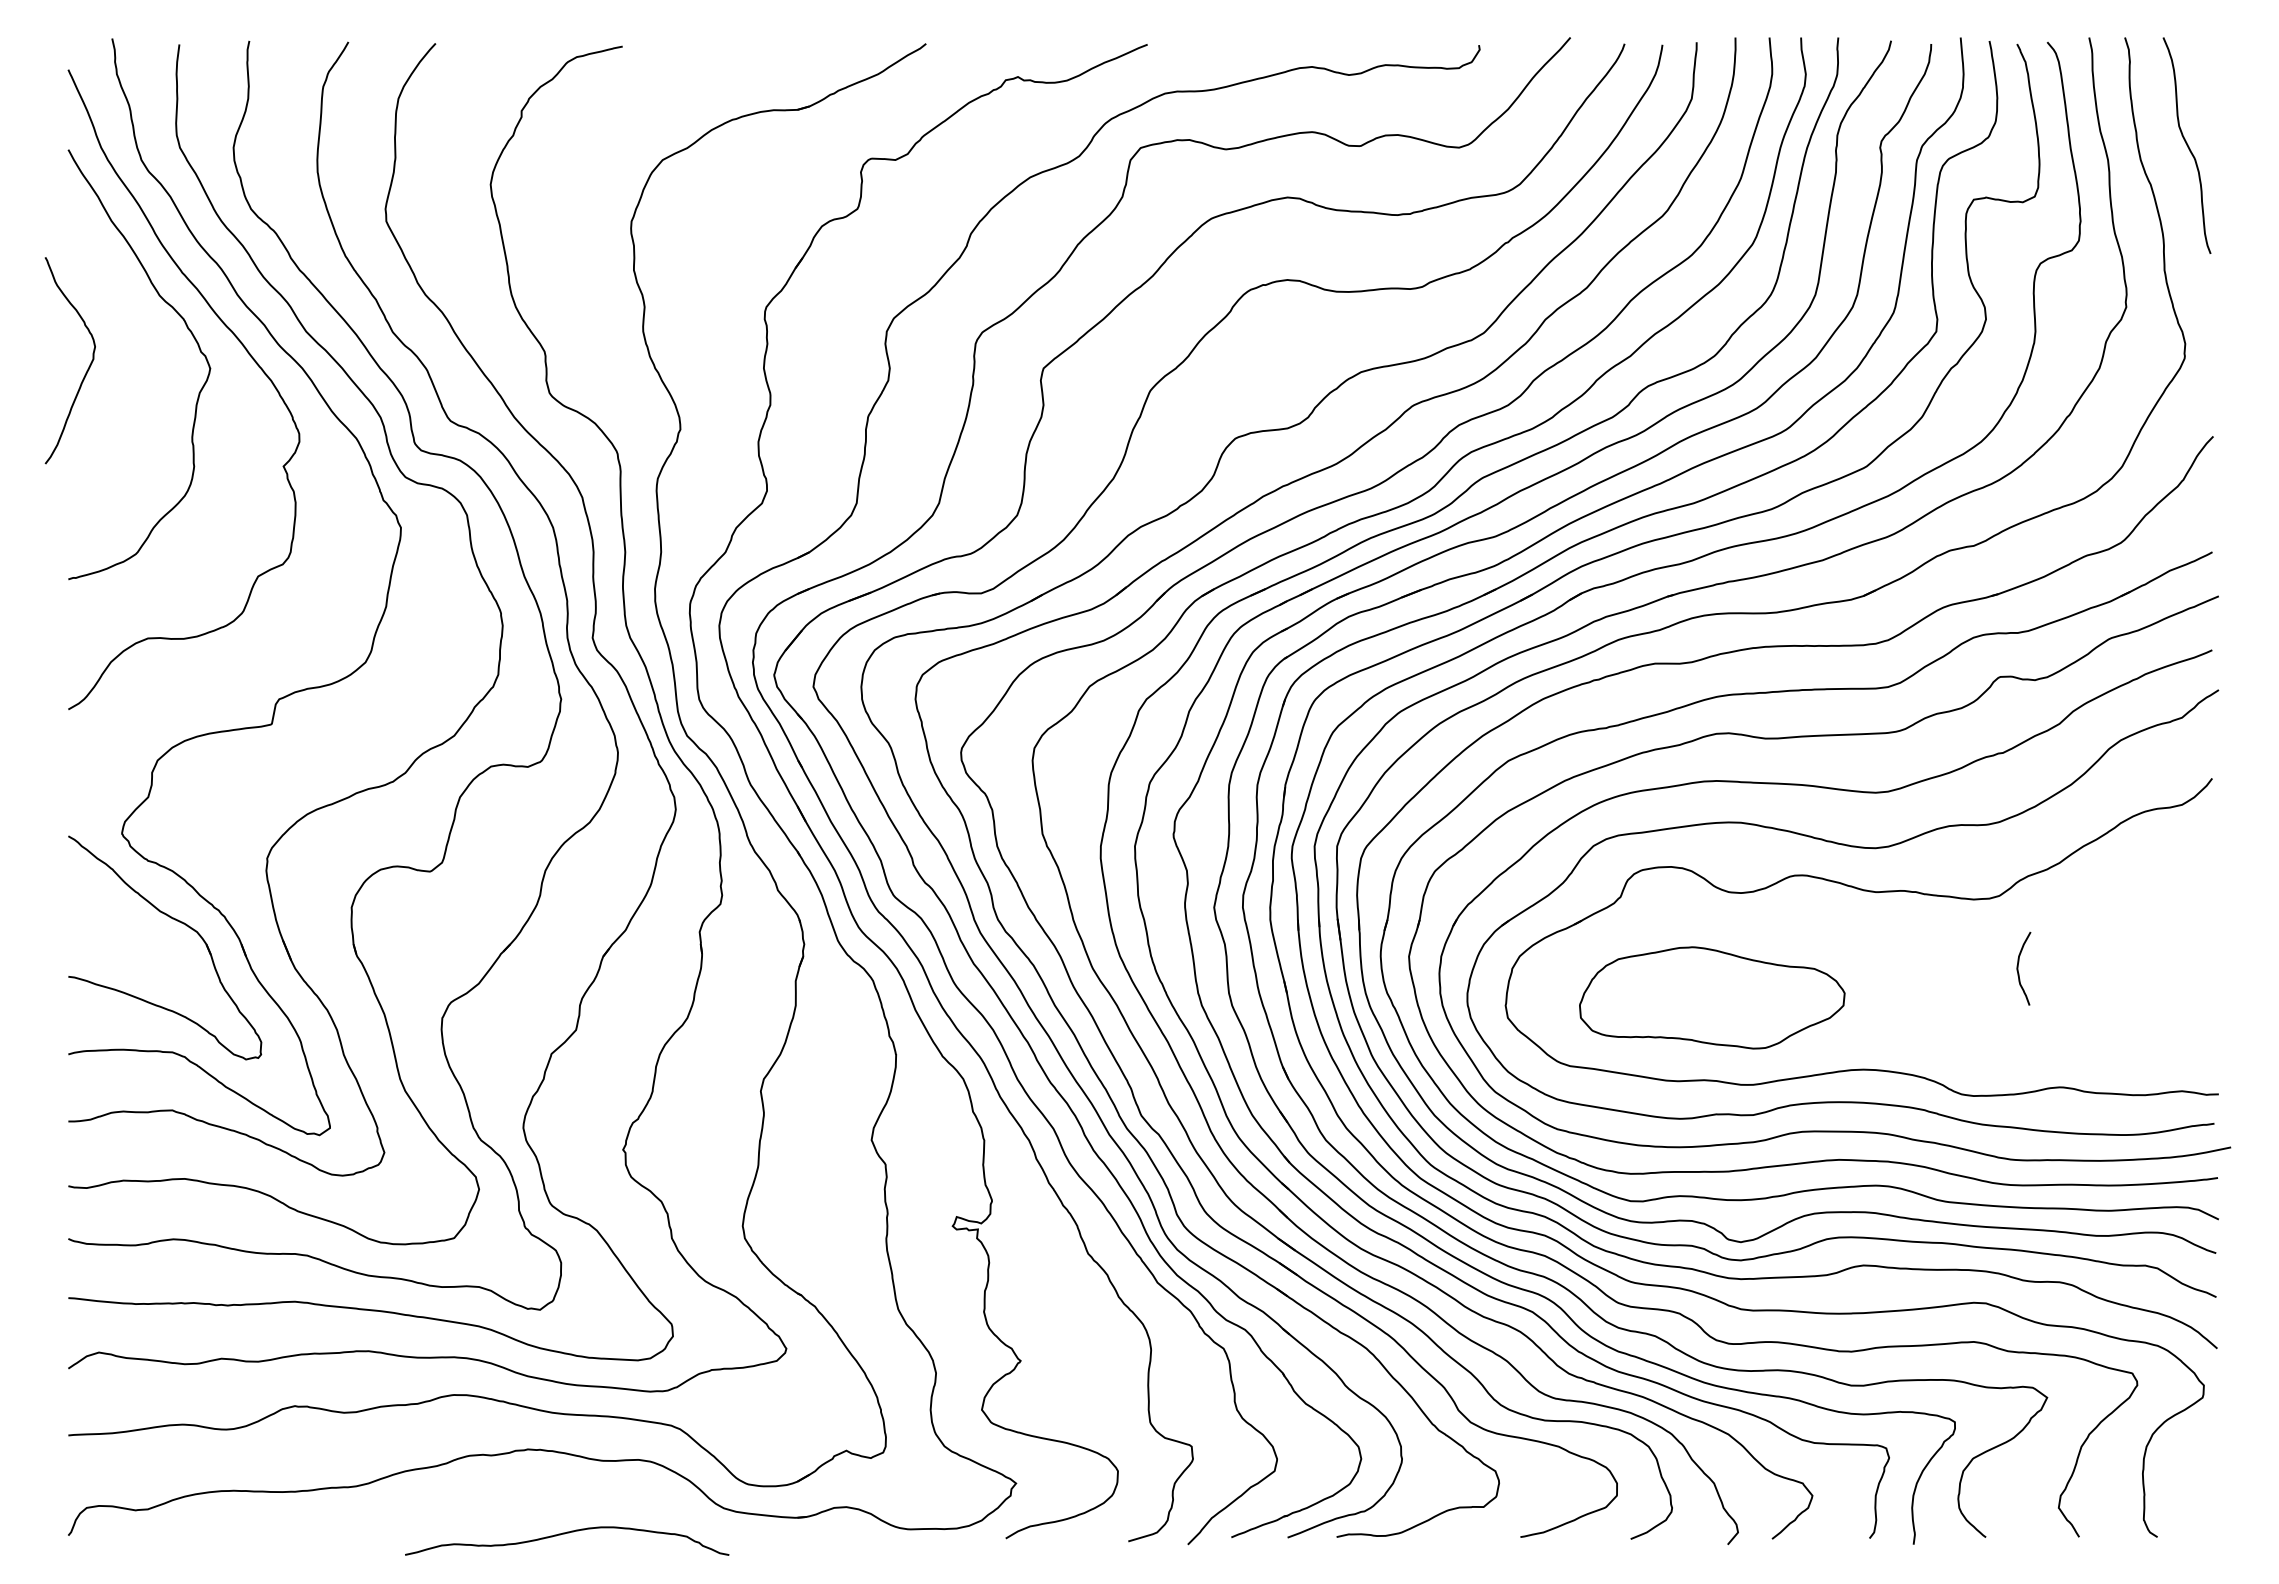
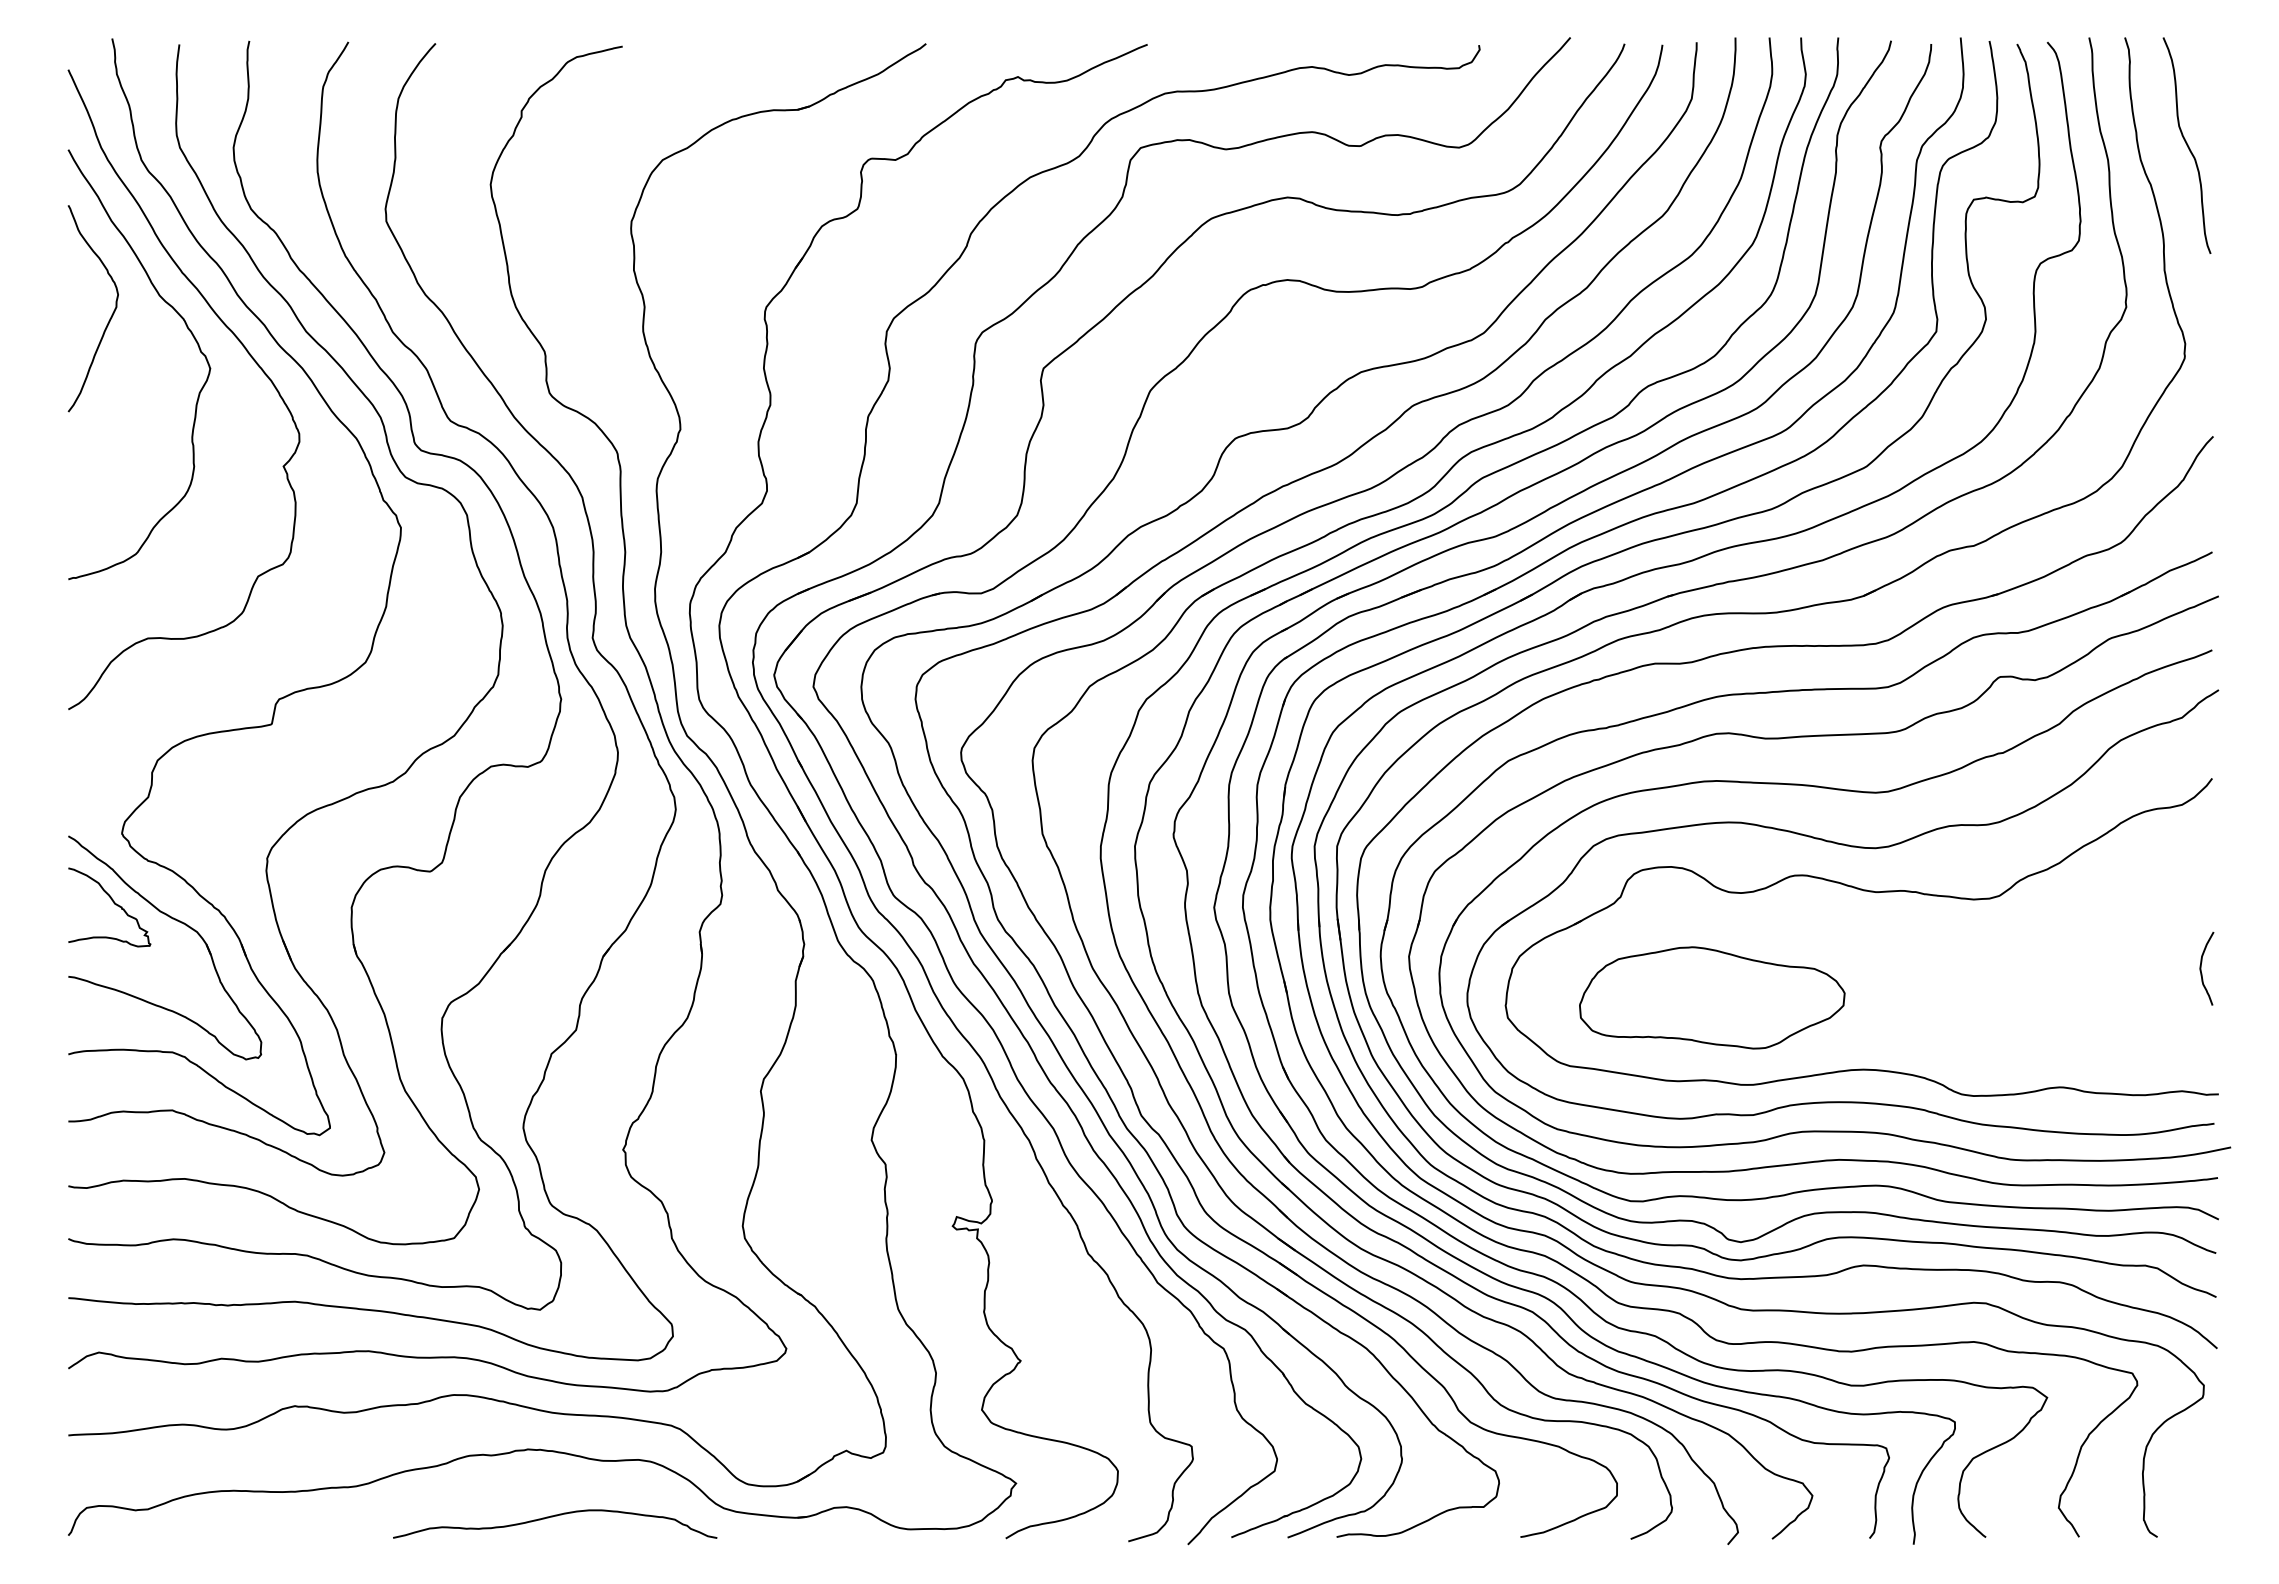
curve at (87, 368) position: (87, 368) -> (110, 316)
curve at (113, 903): none -> present
curve at (2018, 968) position: (2018, 968) -> (2201, 968)
curve at (564, 1534) position: (564, 1534) -> (552, 1517)
